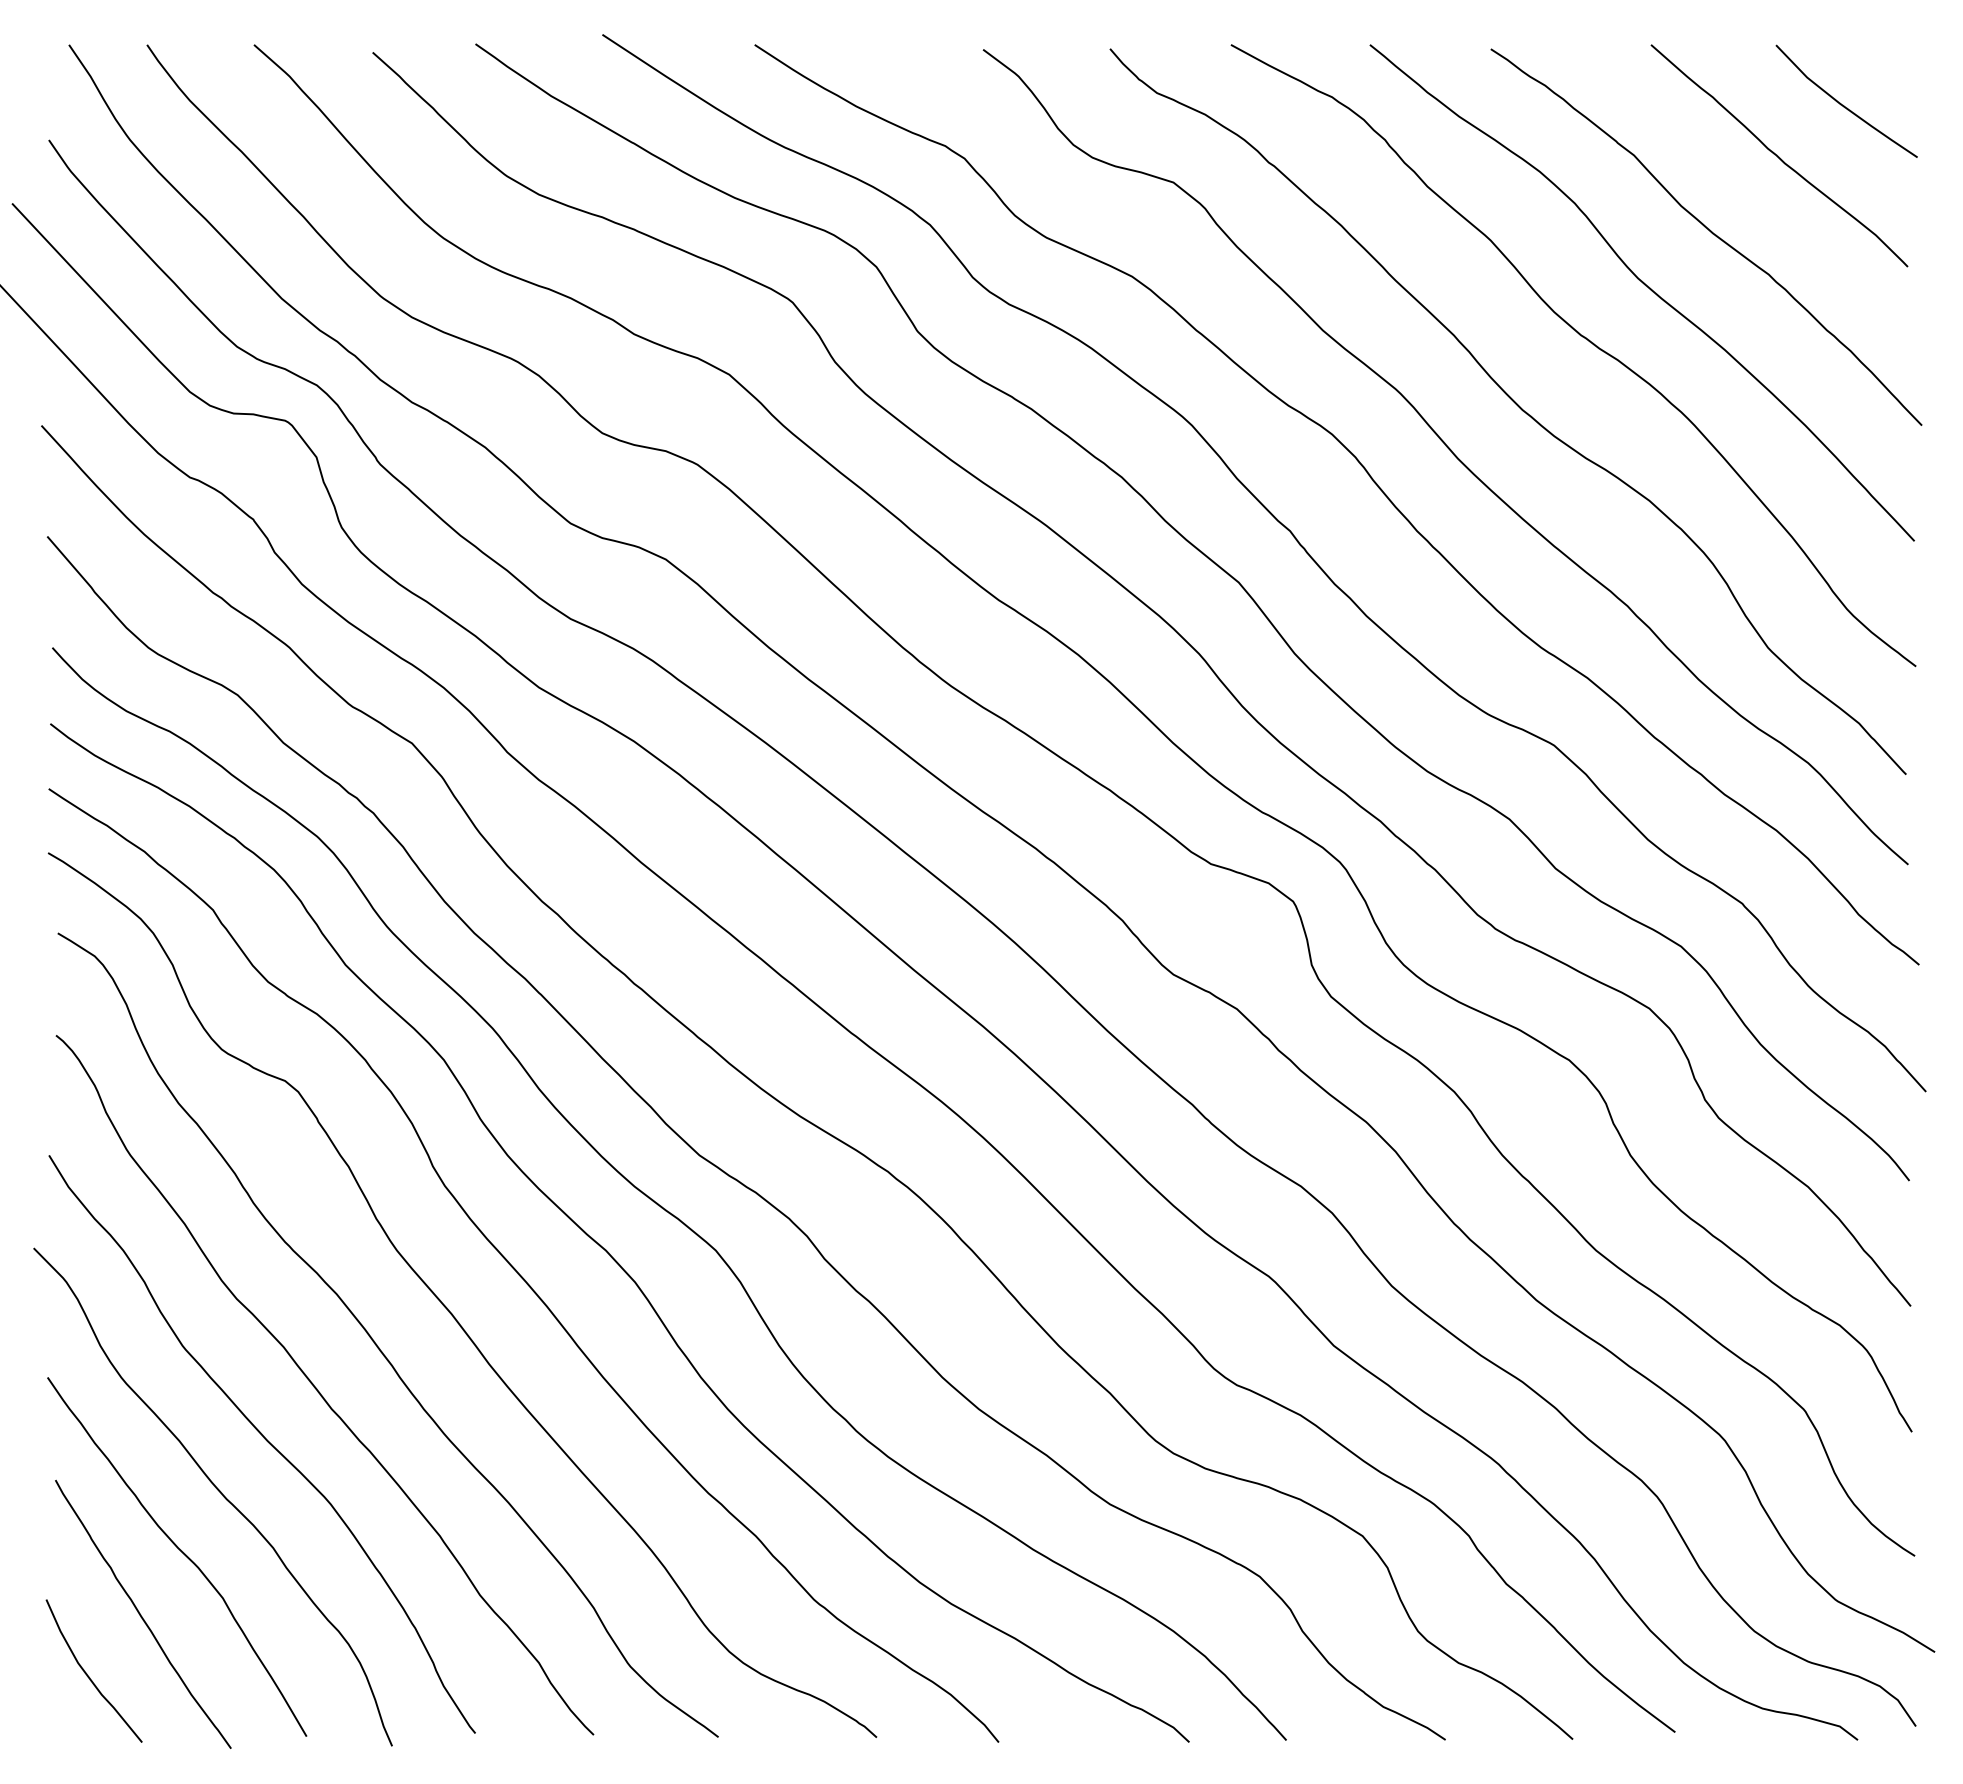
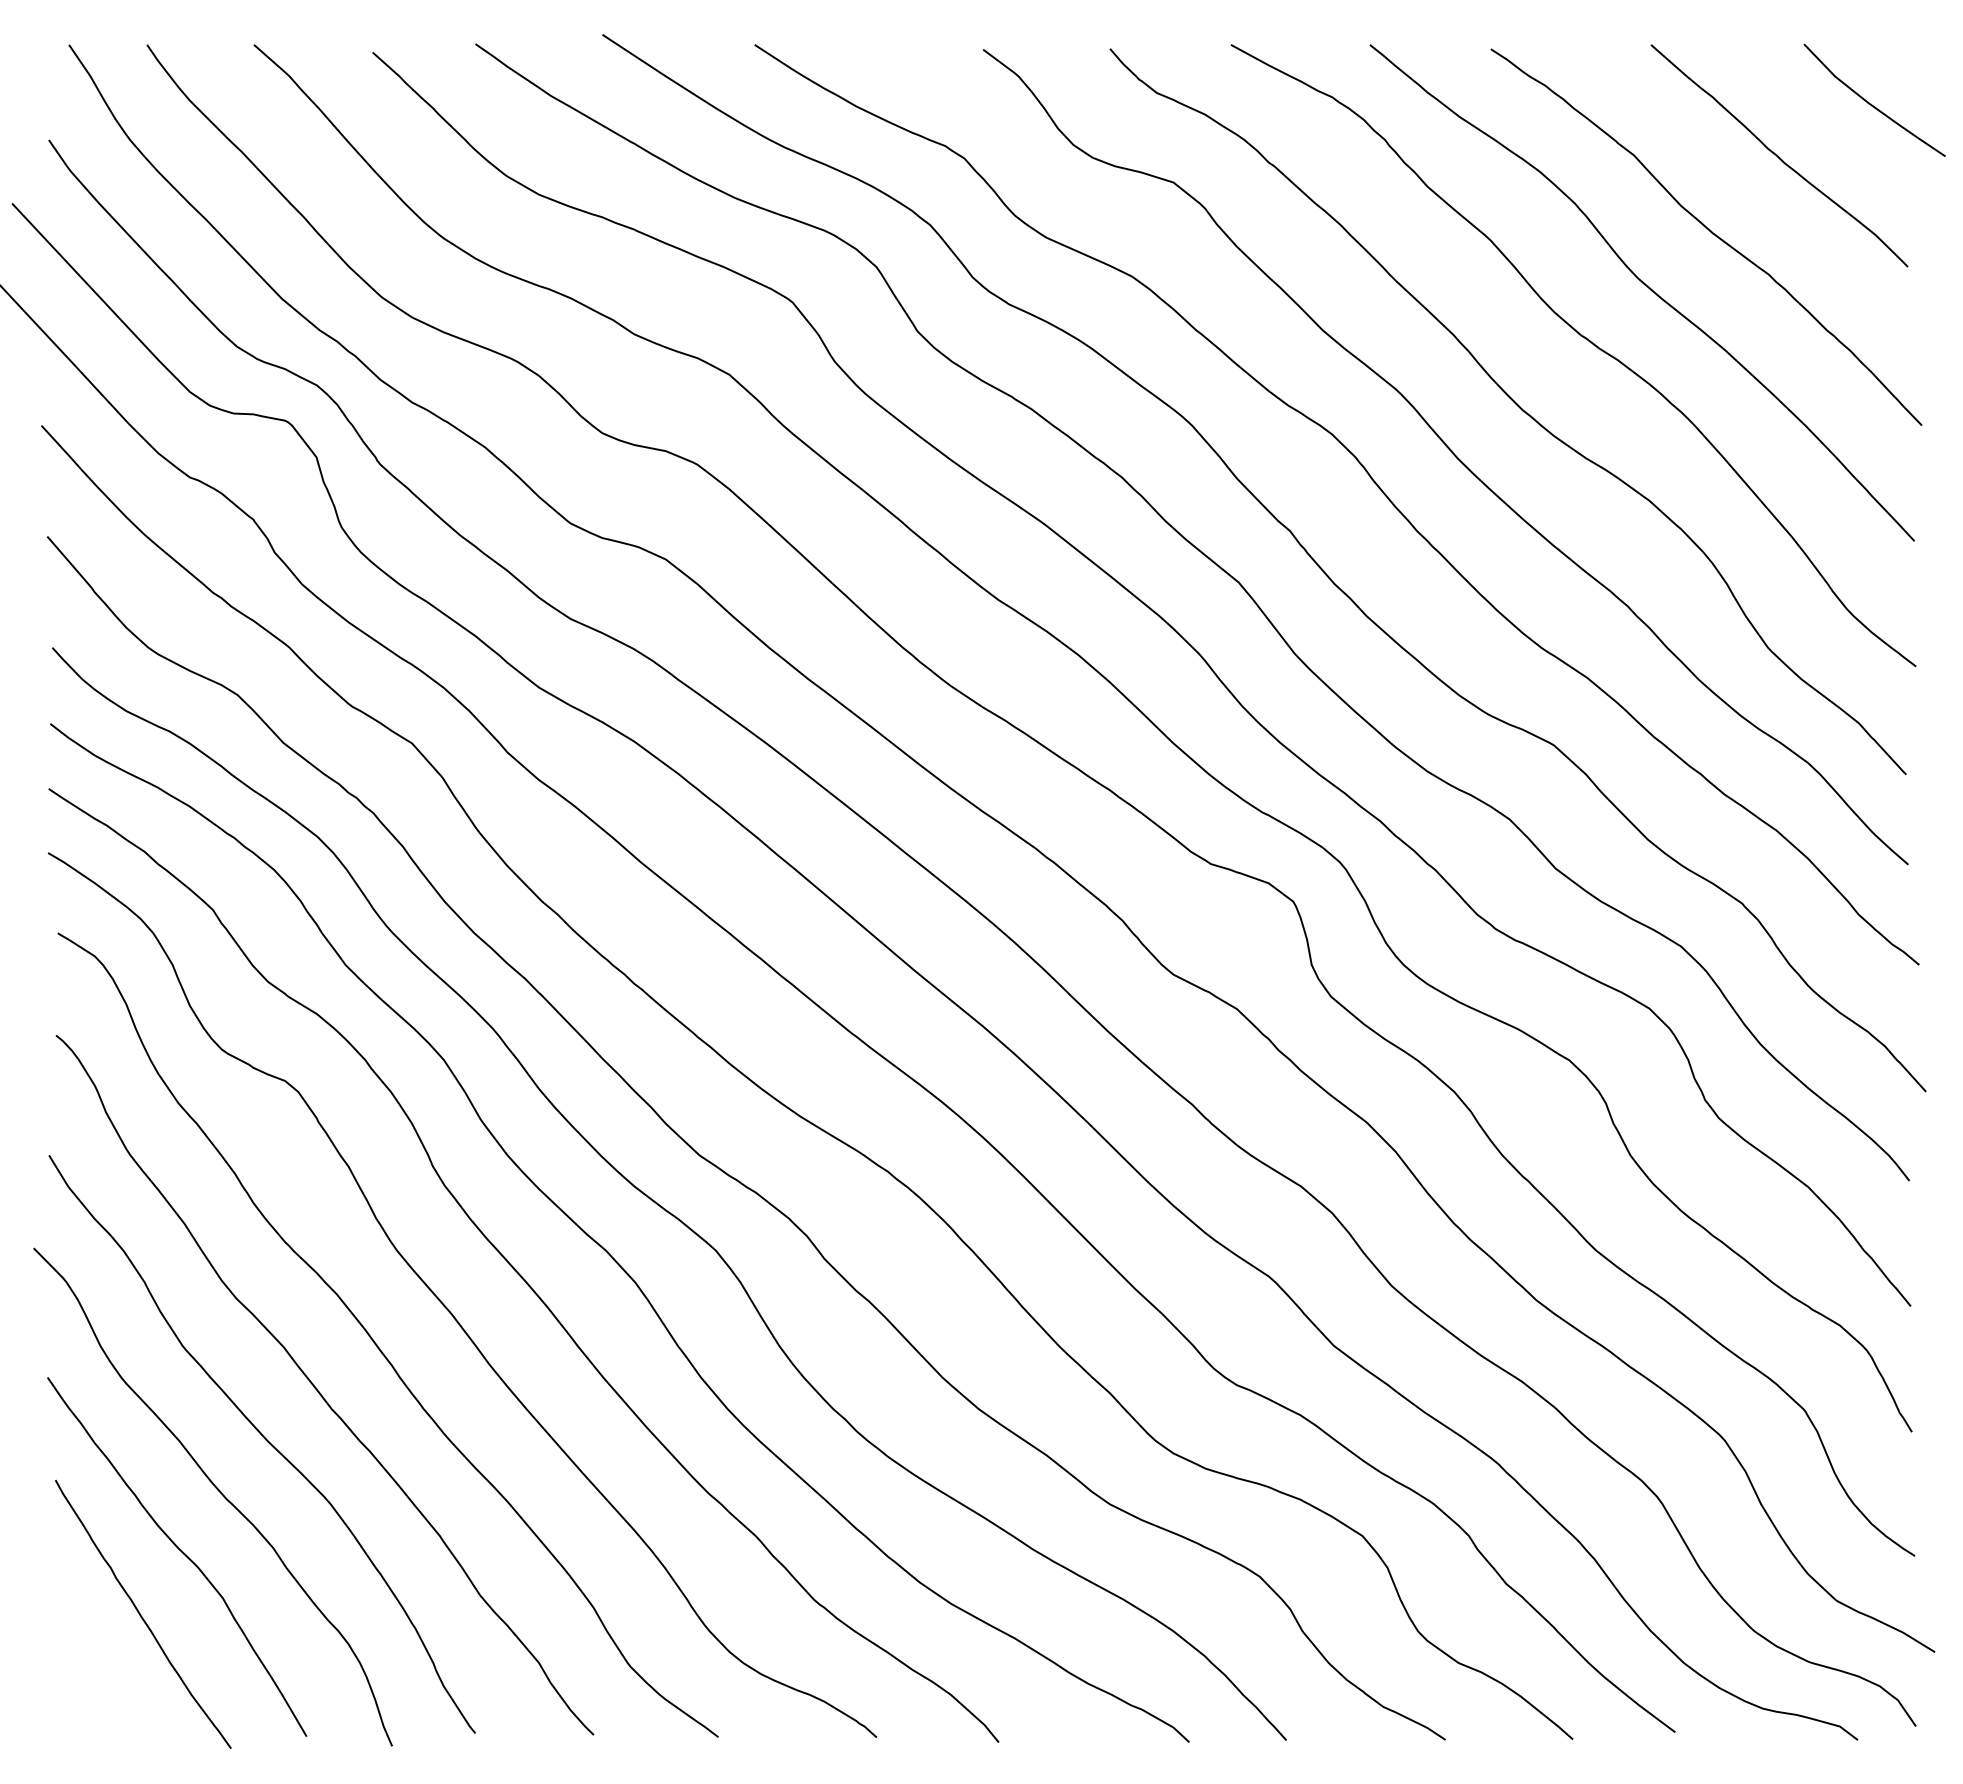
curve at (1844, 105) position: (1844, 105) -> (1872, 104)
curve at (87, 1673): present -> none
